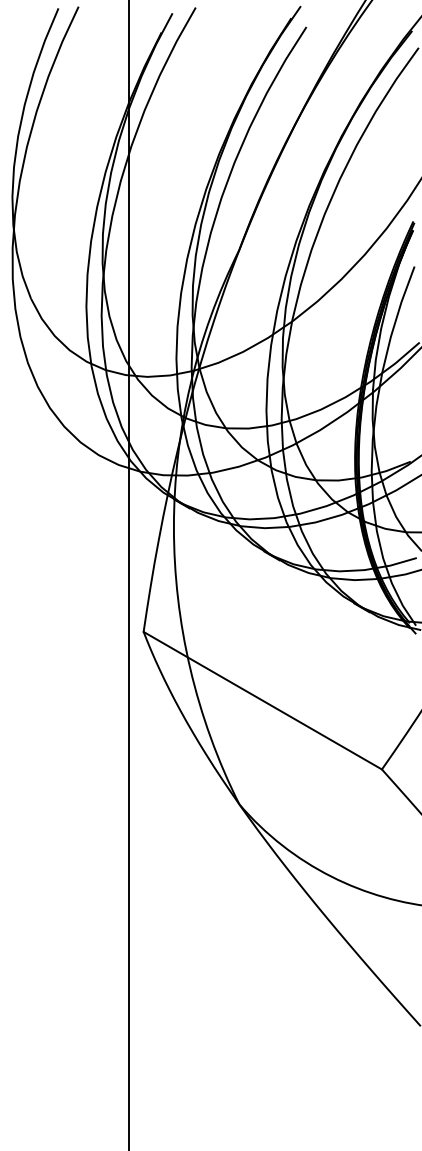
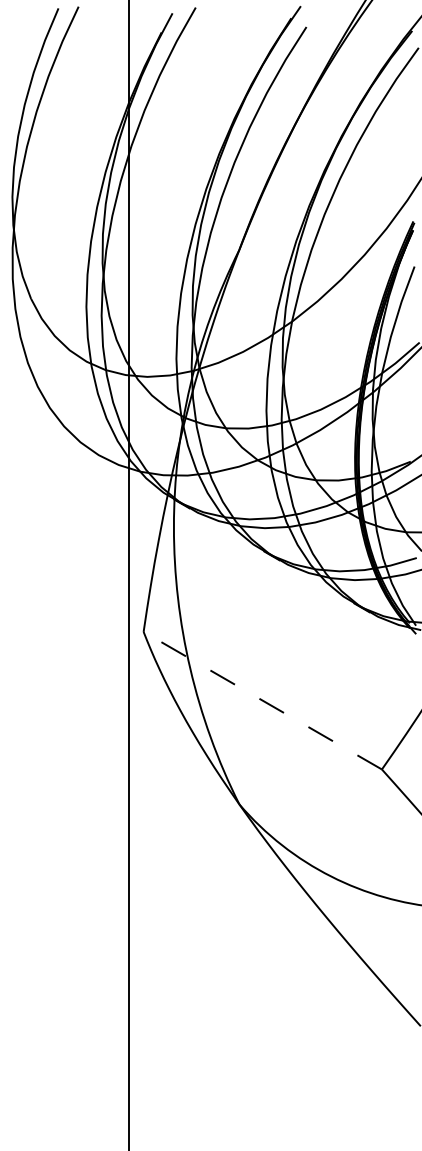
line at (262, 700): solid -> dashed
